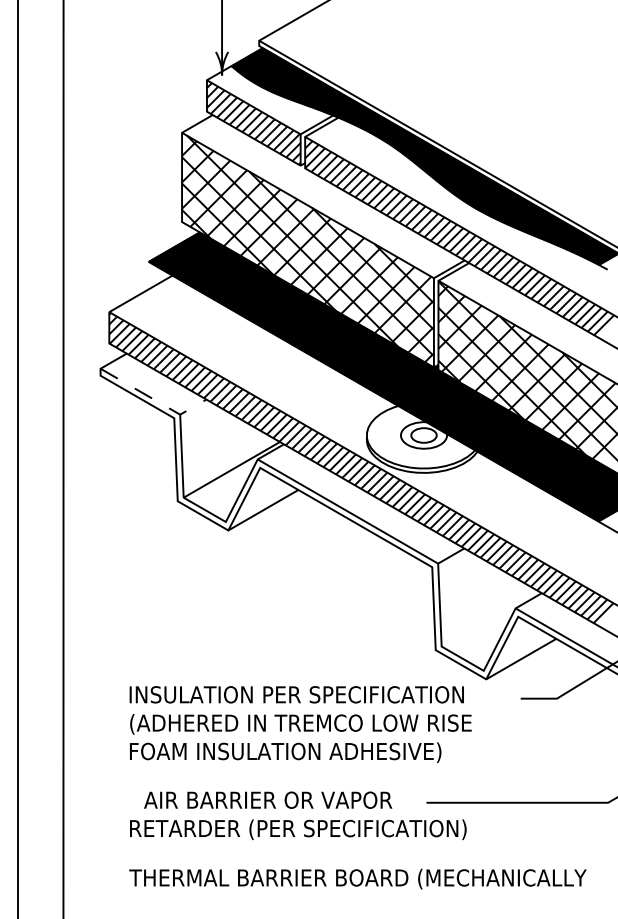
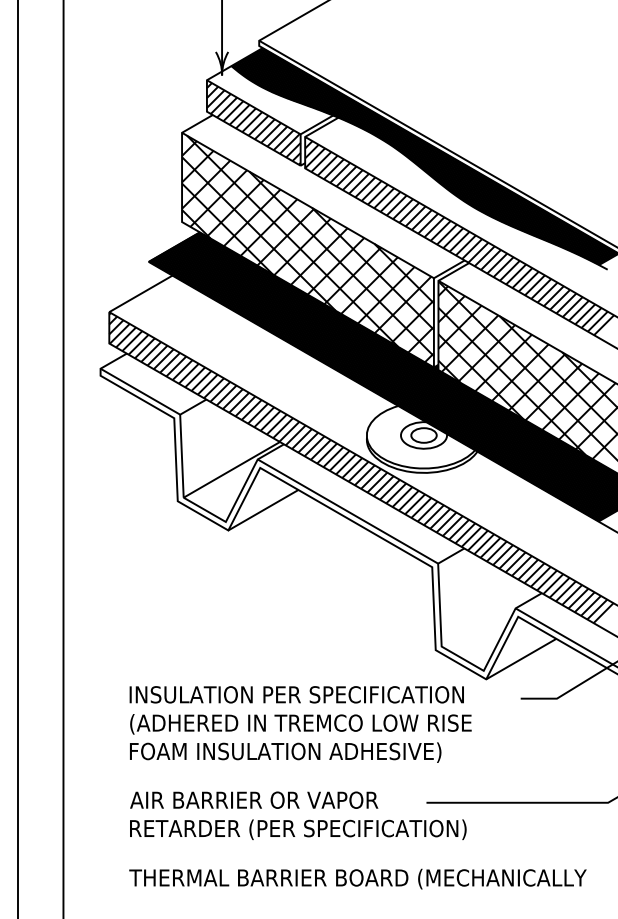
line at (154, 399): dashed -> solid
text at (268, 799) position: (268, 799) -> (254, 799)
